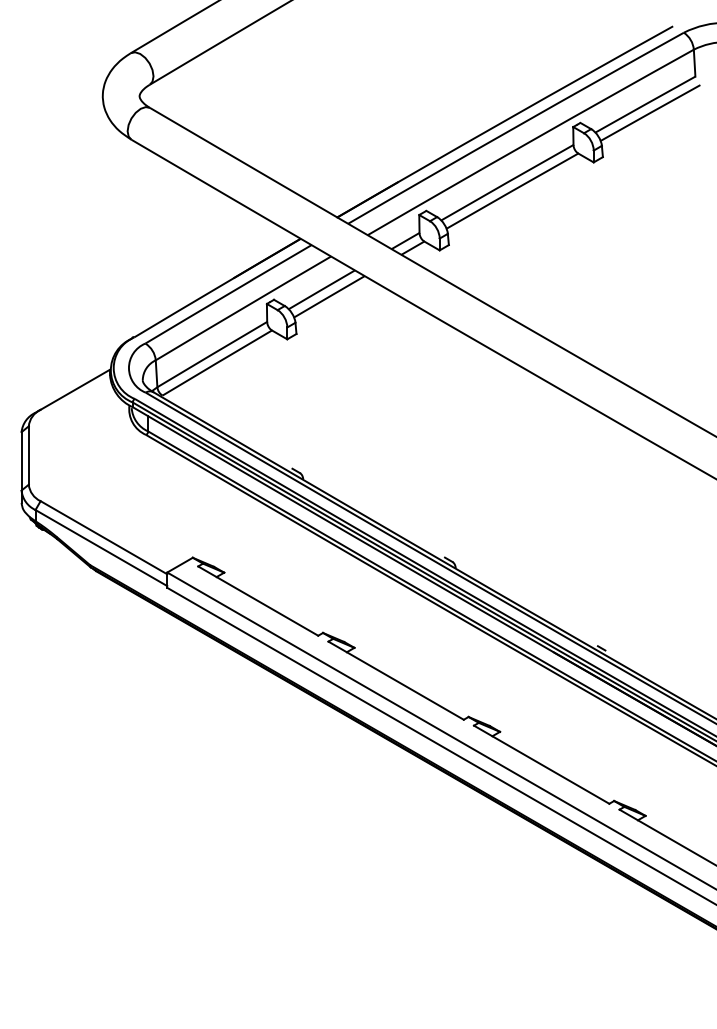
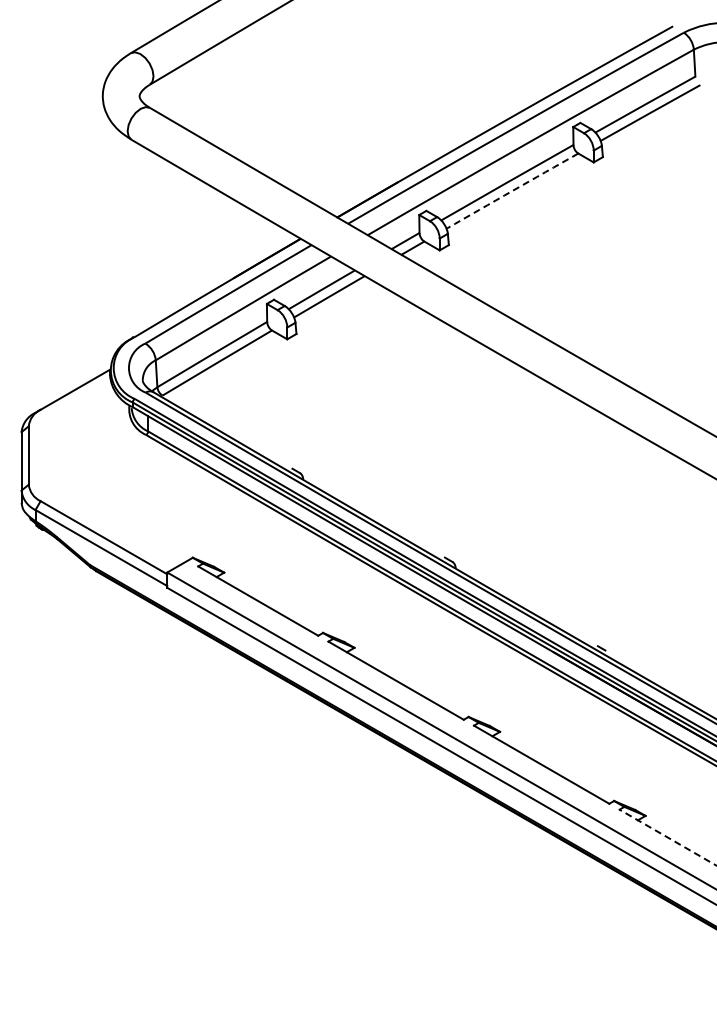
arc at (512, 191): solid -> dashed
line at (667, 837): solid -> dashed
